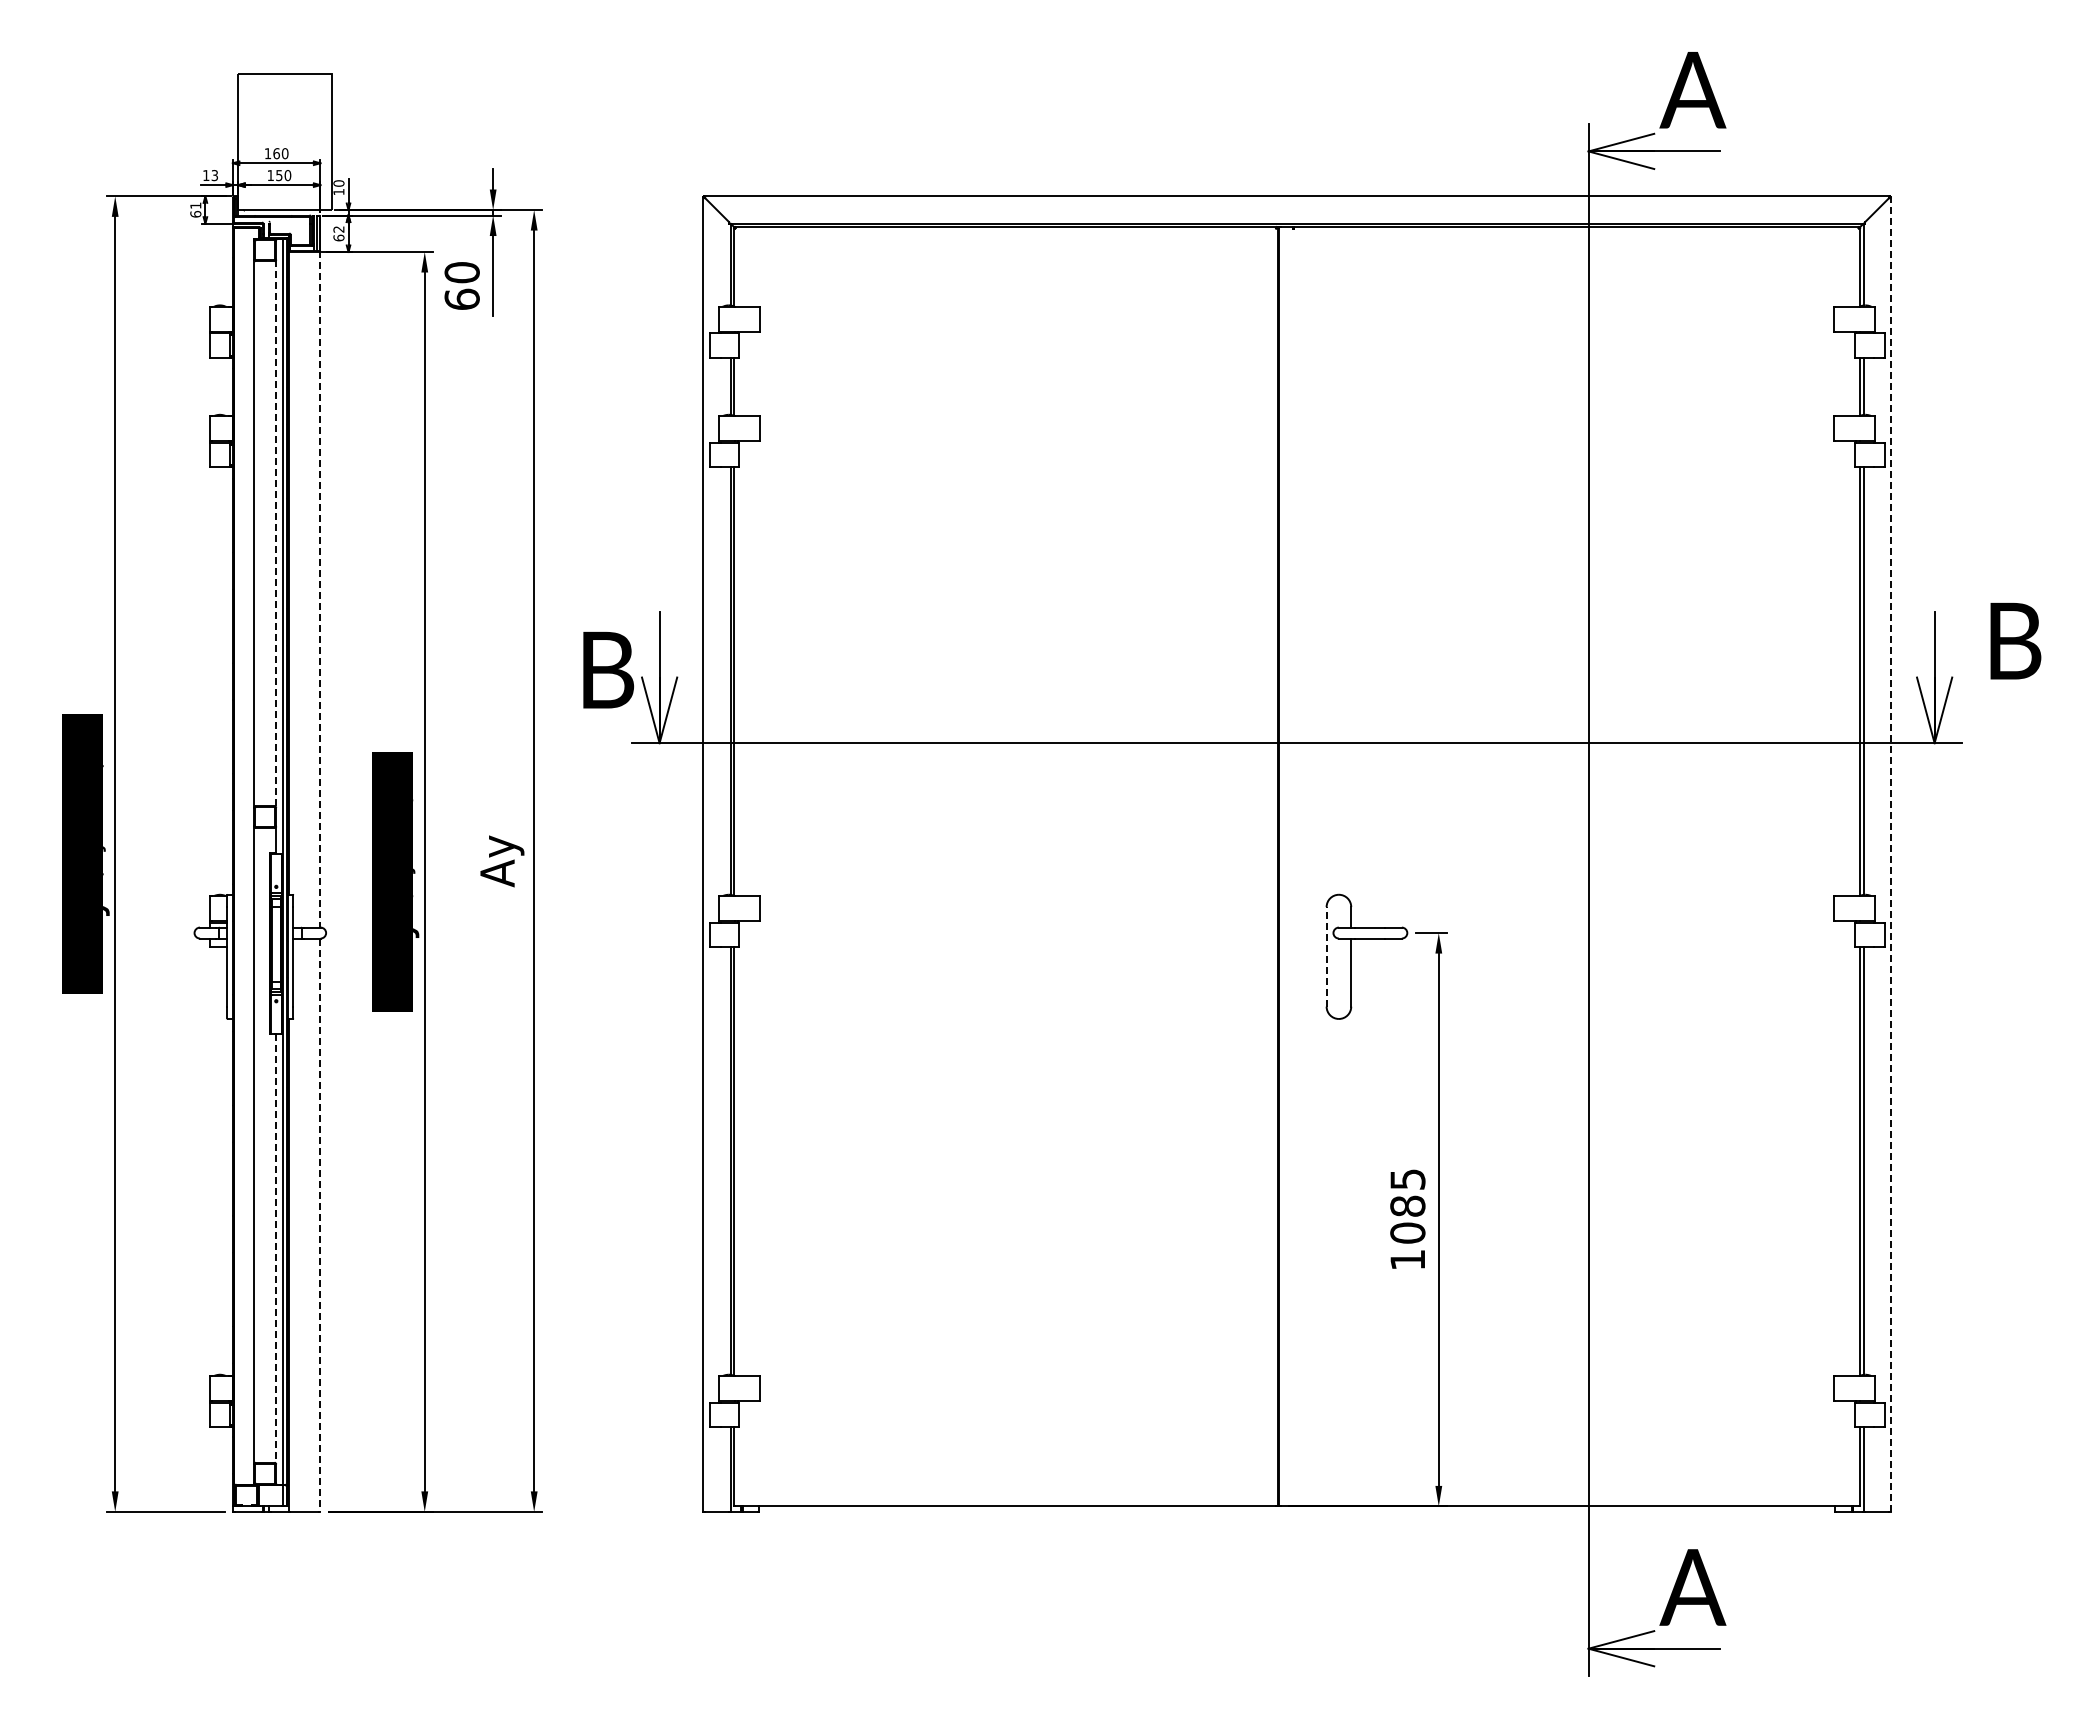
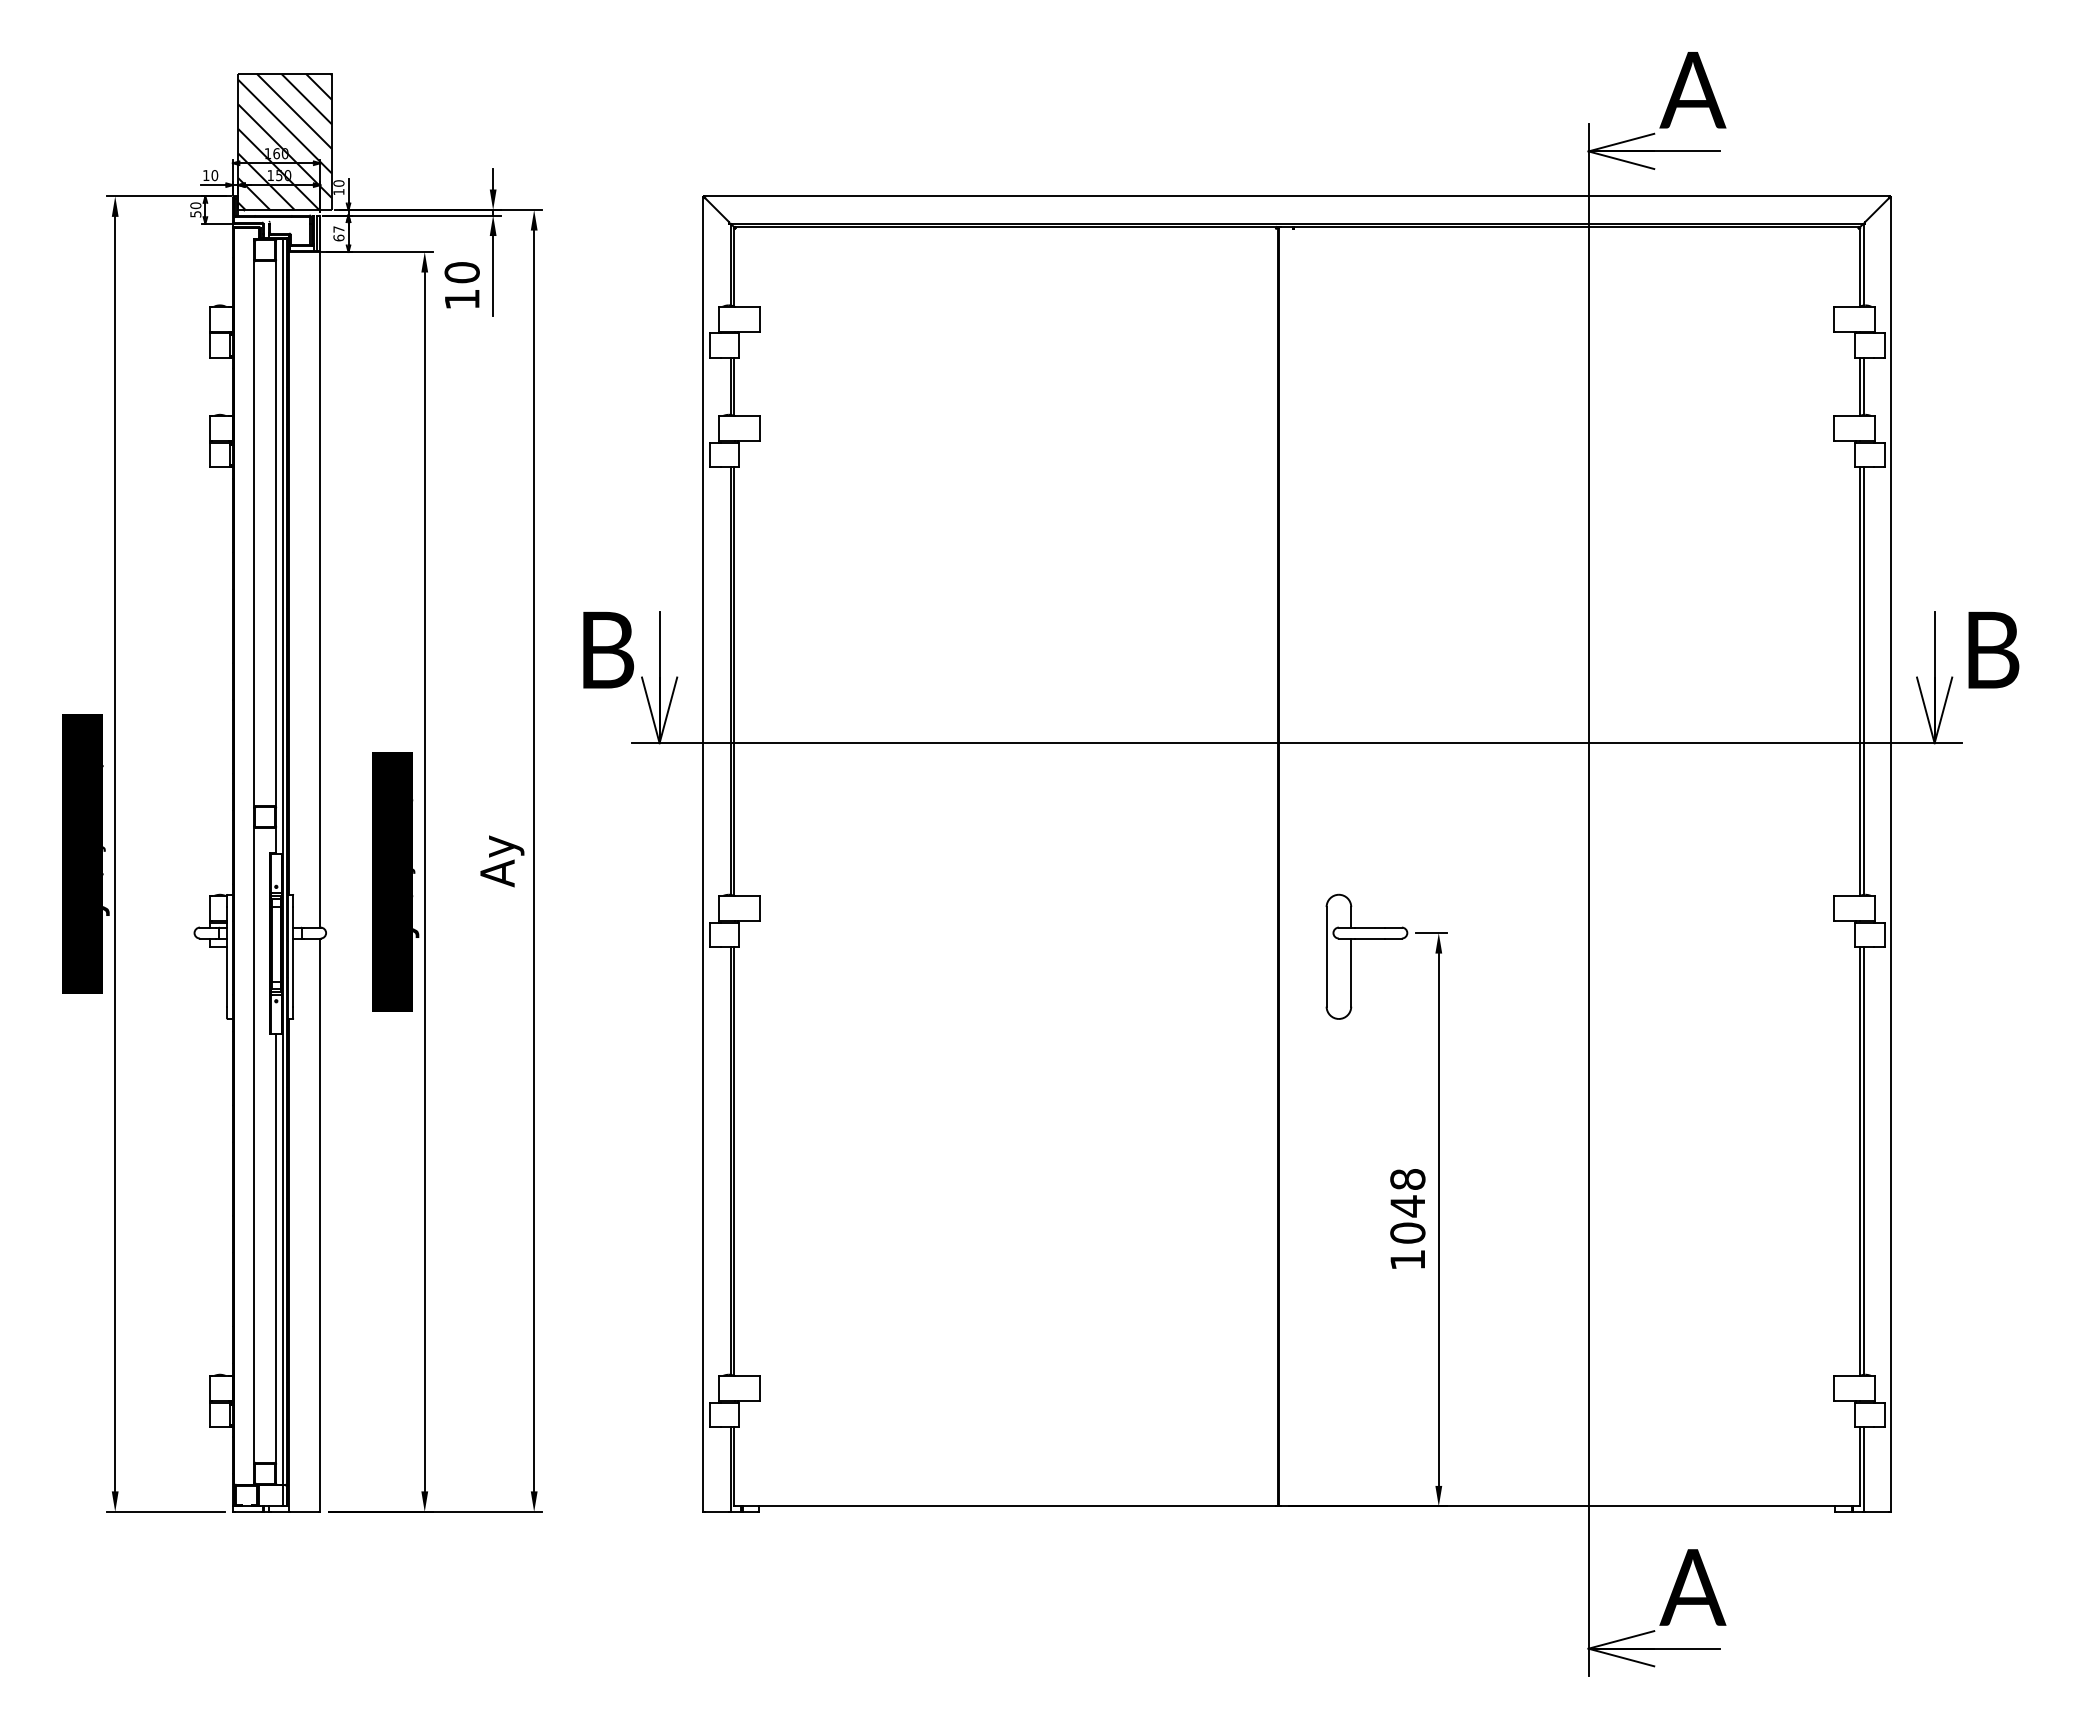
hatch at (284, 141): none -> present
text at (214, 175): 13 -> 10
text at (195, 209): 61 -> 50
text at (338, 229): 62 -> 67
text at (461, 298): 60 -> 10
line at (276, 534): dashed -> solid
line at (320, 589): dashed -> solid
text at (2015, 641) position: (2015, 641) -> (1993, 650)
text at (608, 670) position: (608, 670) -> (608, 650)
line at (1890, 854): dashed -> solid
line at (1326, 956): dashed -> solid
text at (1407, 1193): 1085 -> 1048
line at (320, 1225): dashed -> solid
line at (276, 1249): dashed -> solid
